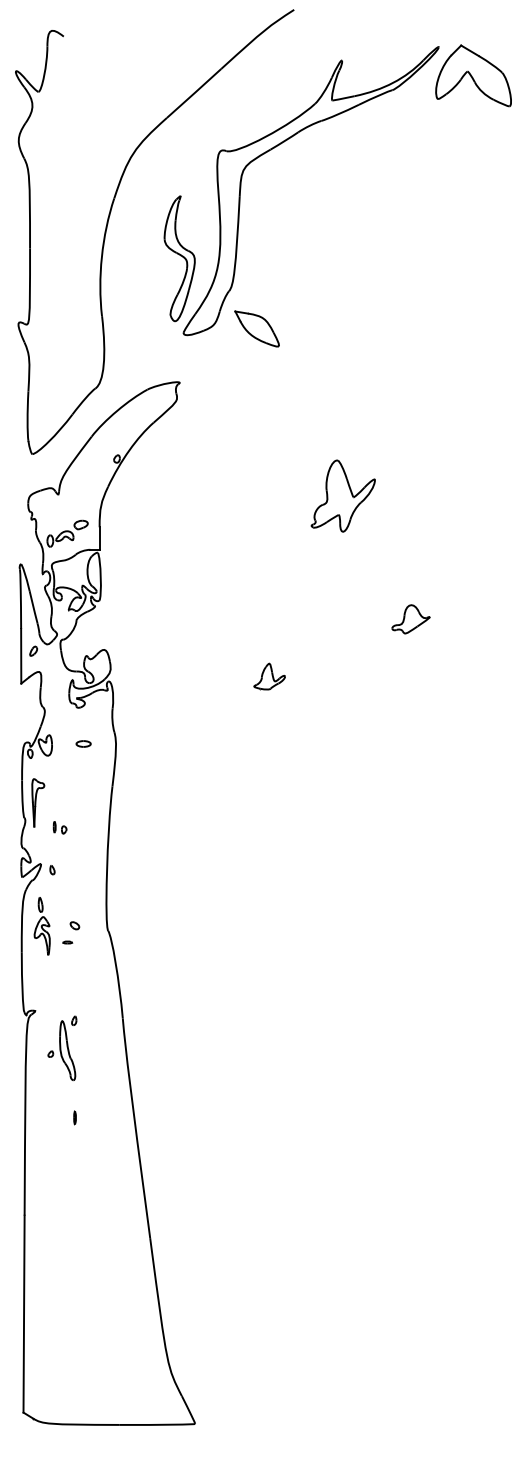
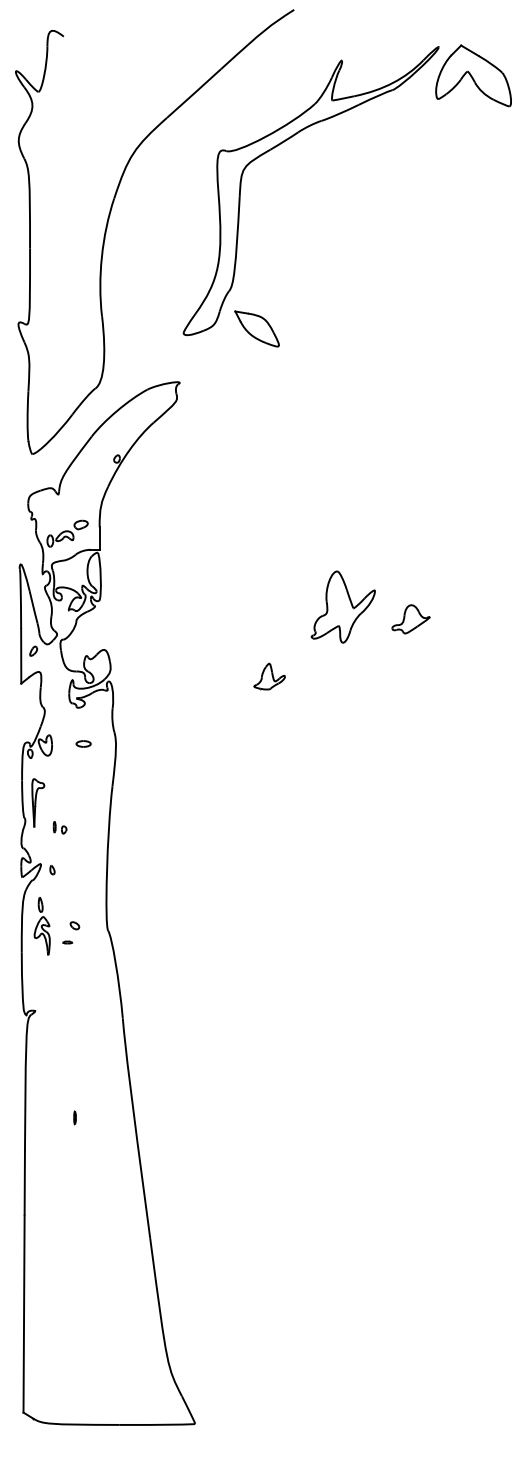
part at (179, 258): present -> none
part at (342, 495) position: (342, 495) -> (342, 606)
part at (62, 1048): present -> none
